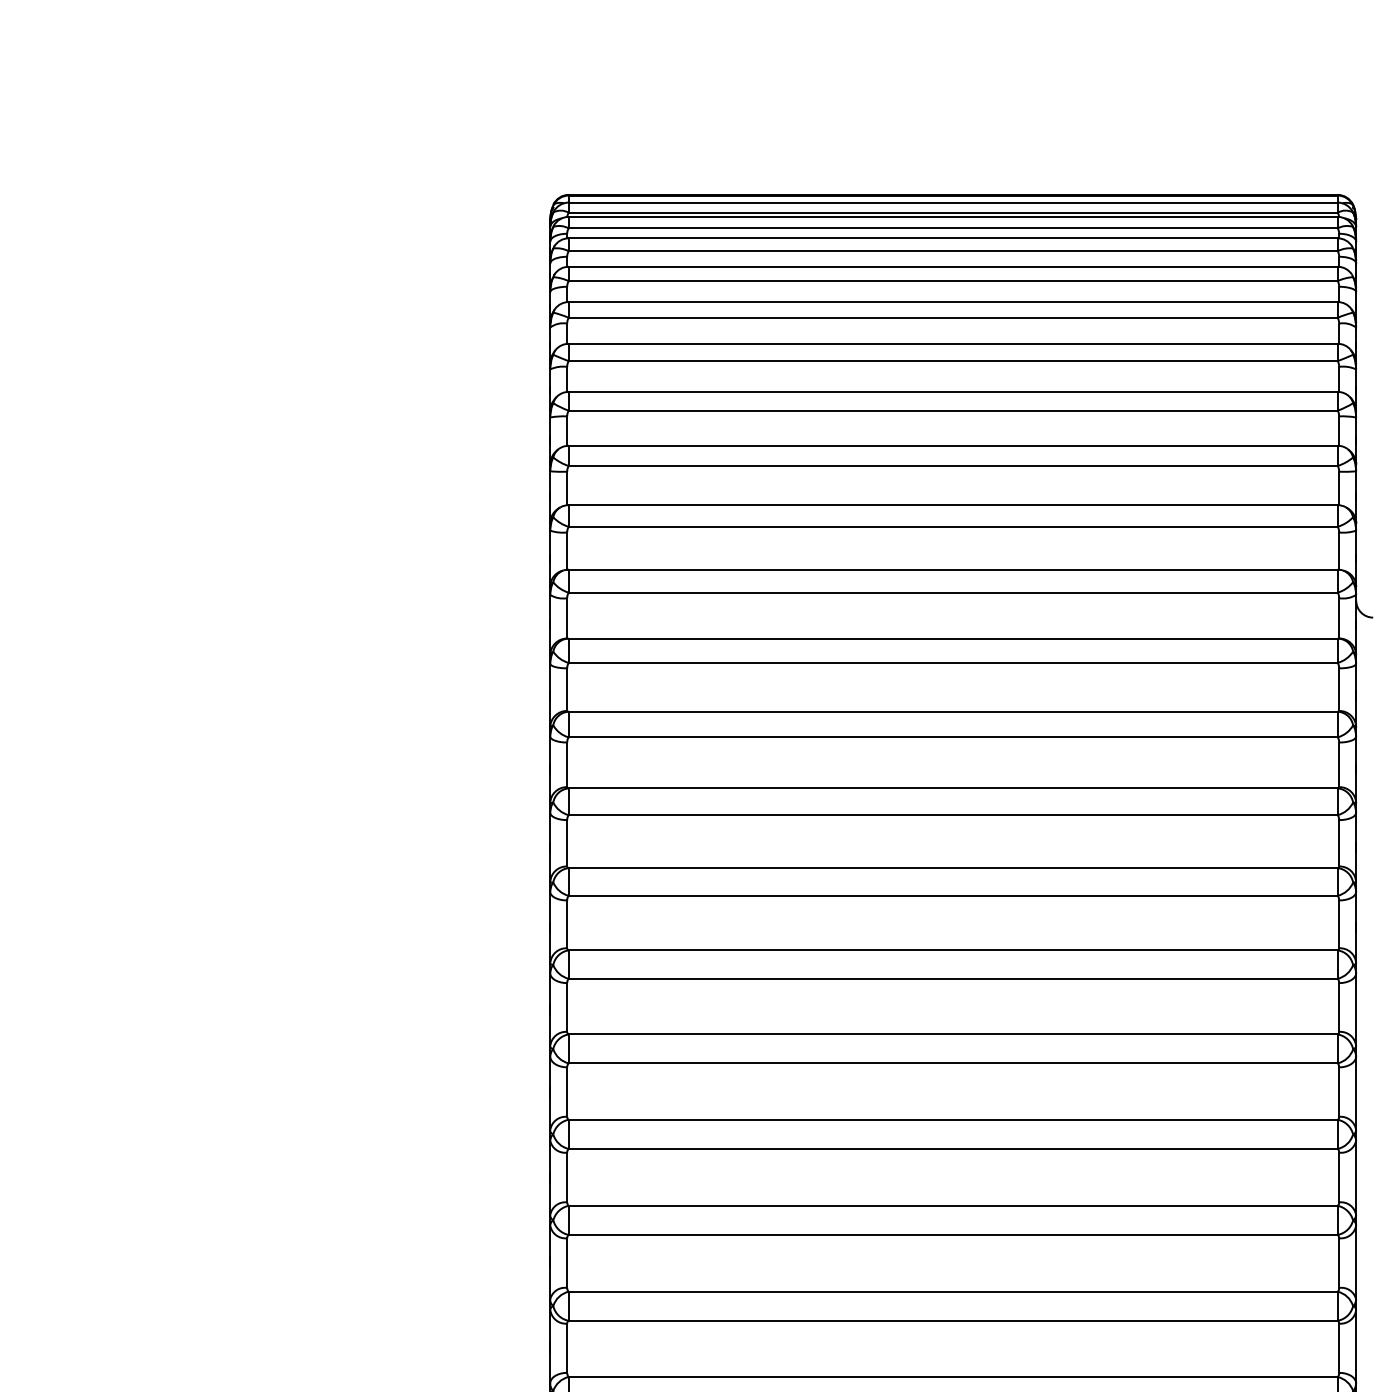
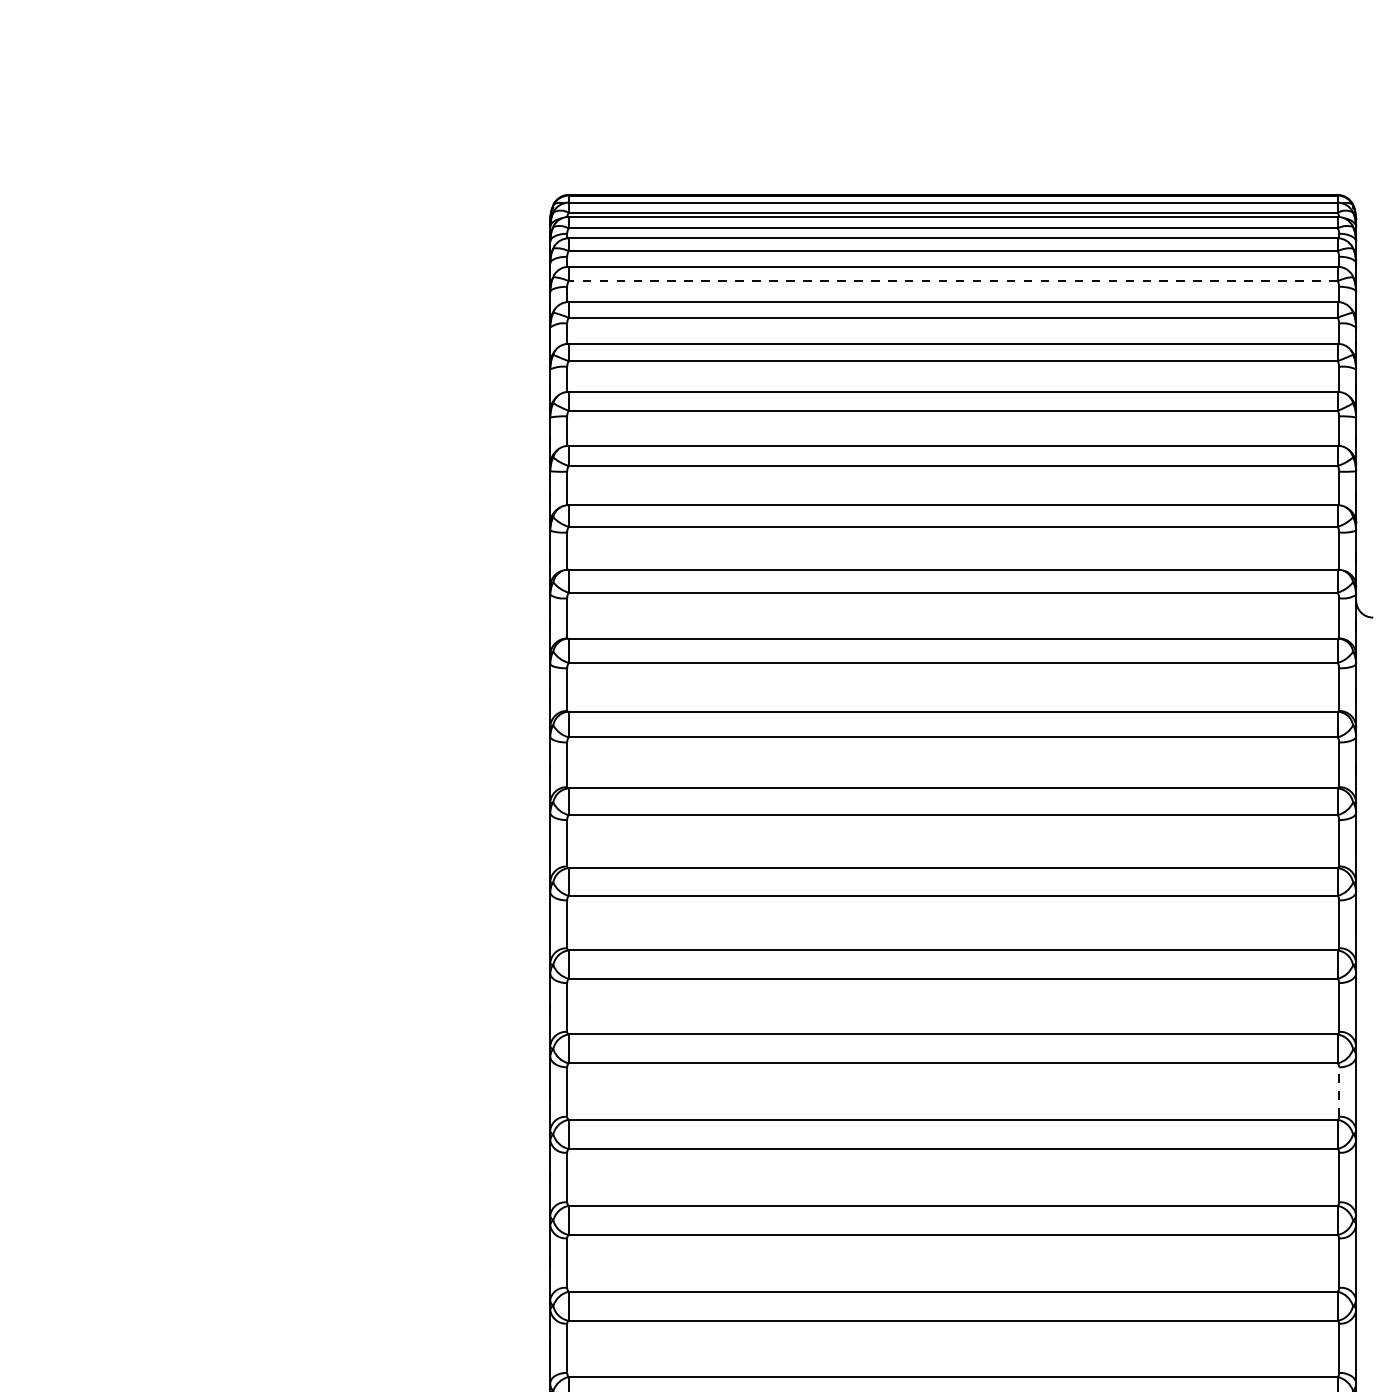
line at (952, 281): solid -> dashed
line at (1339, 1092): solid -> dashed
